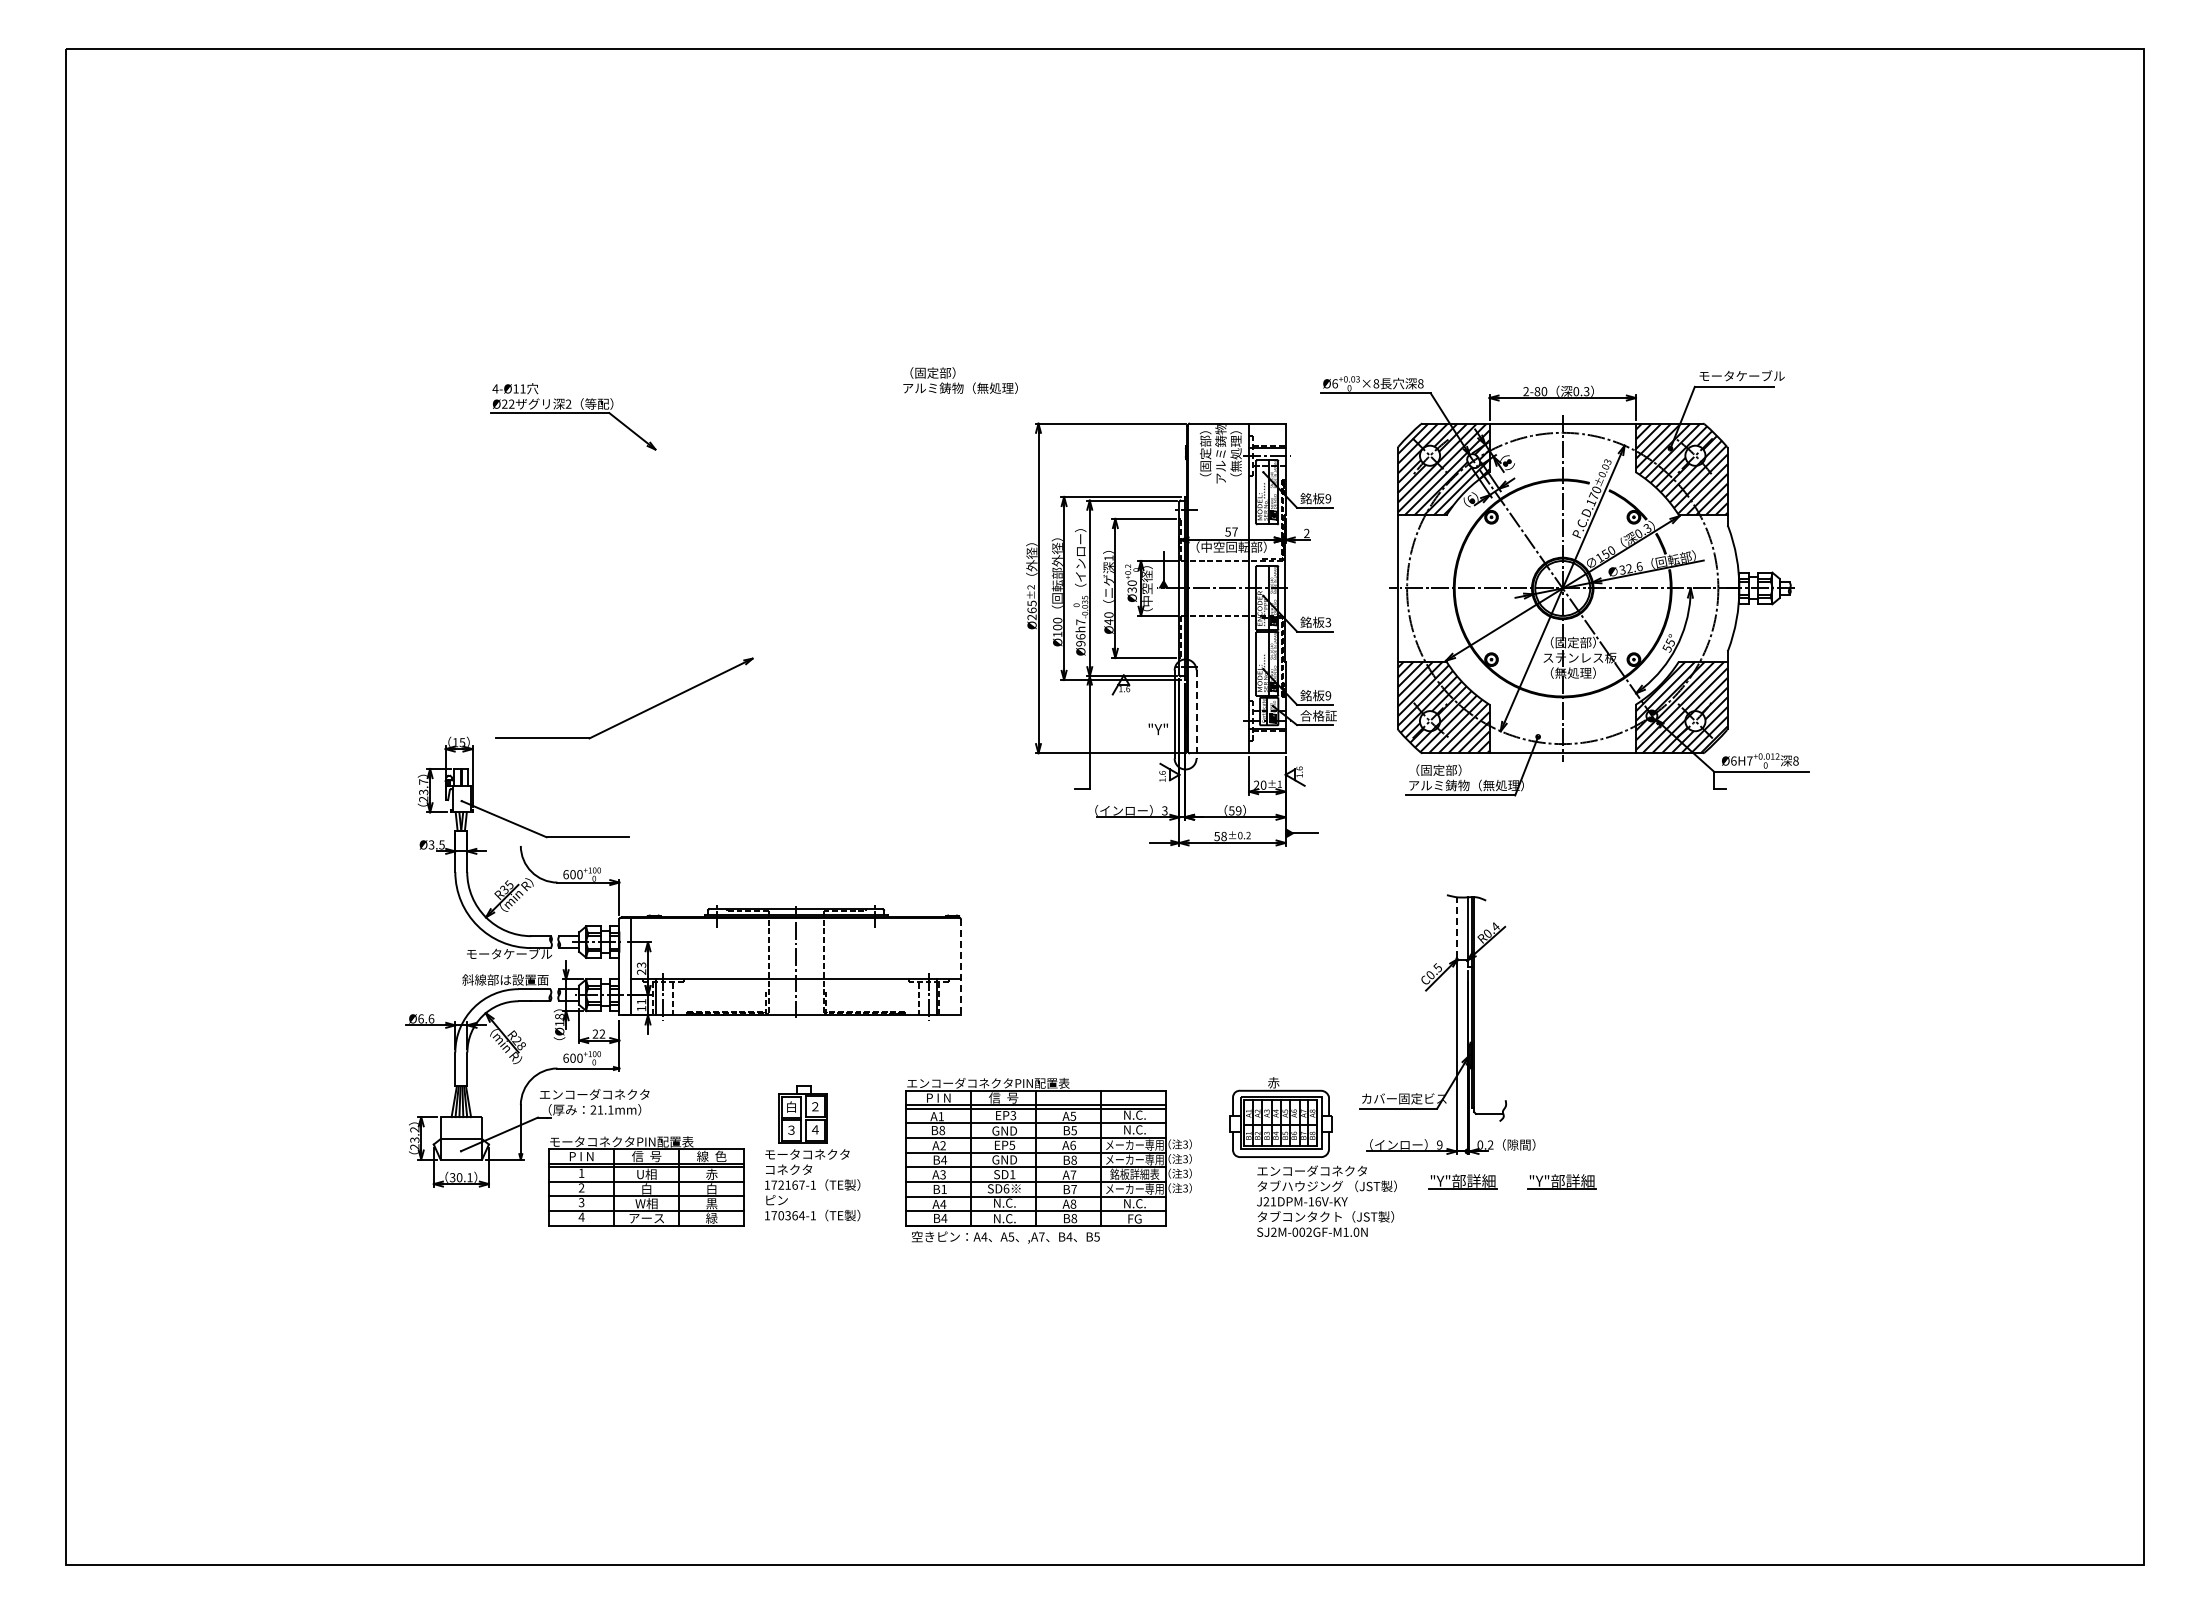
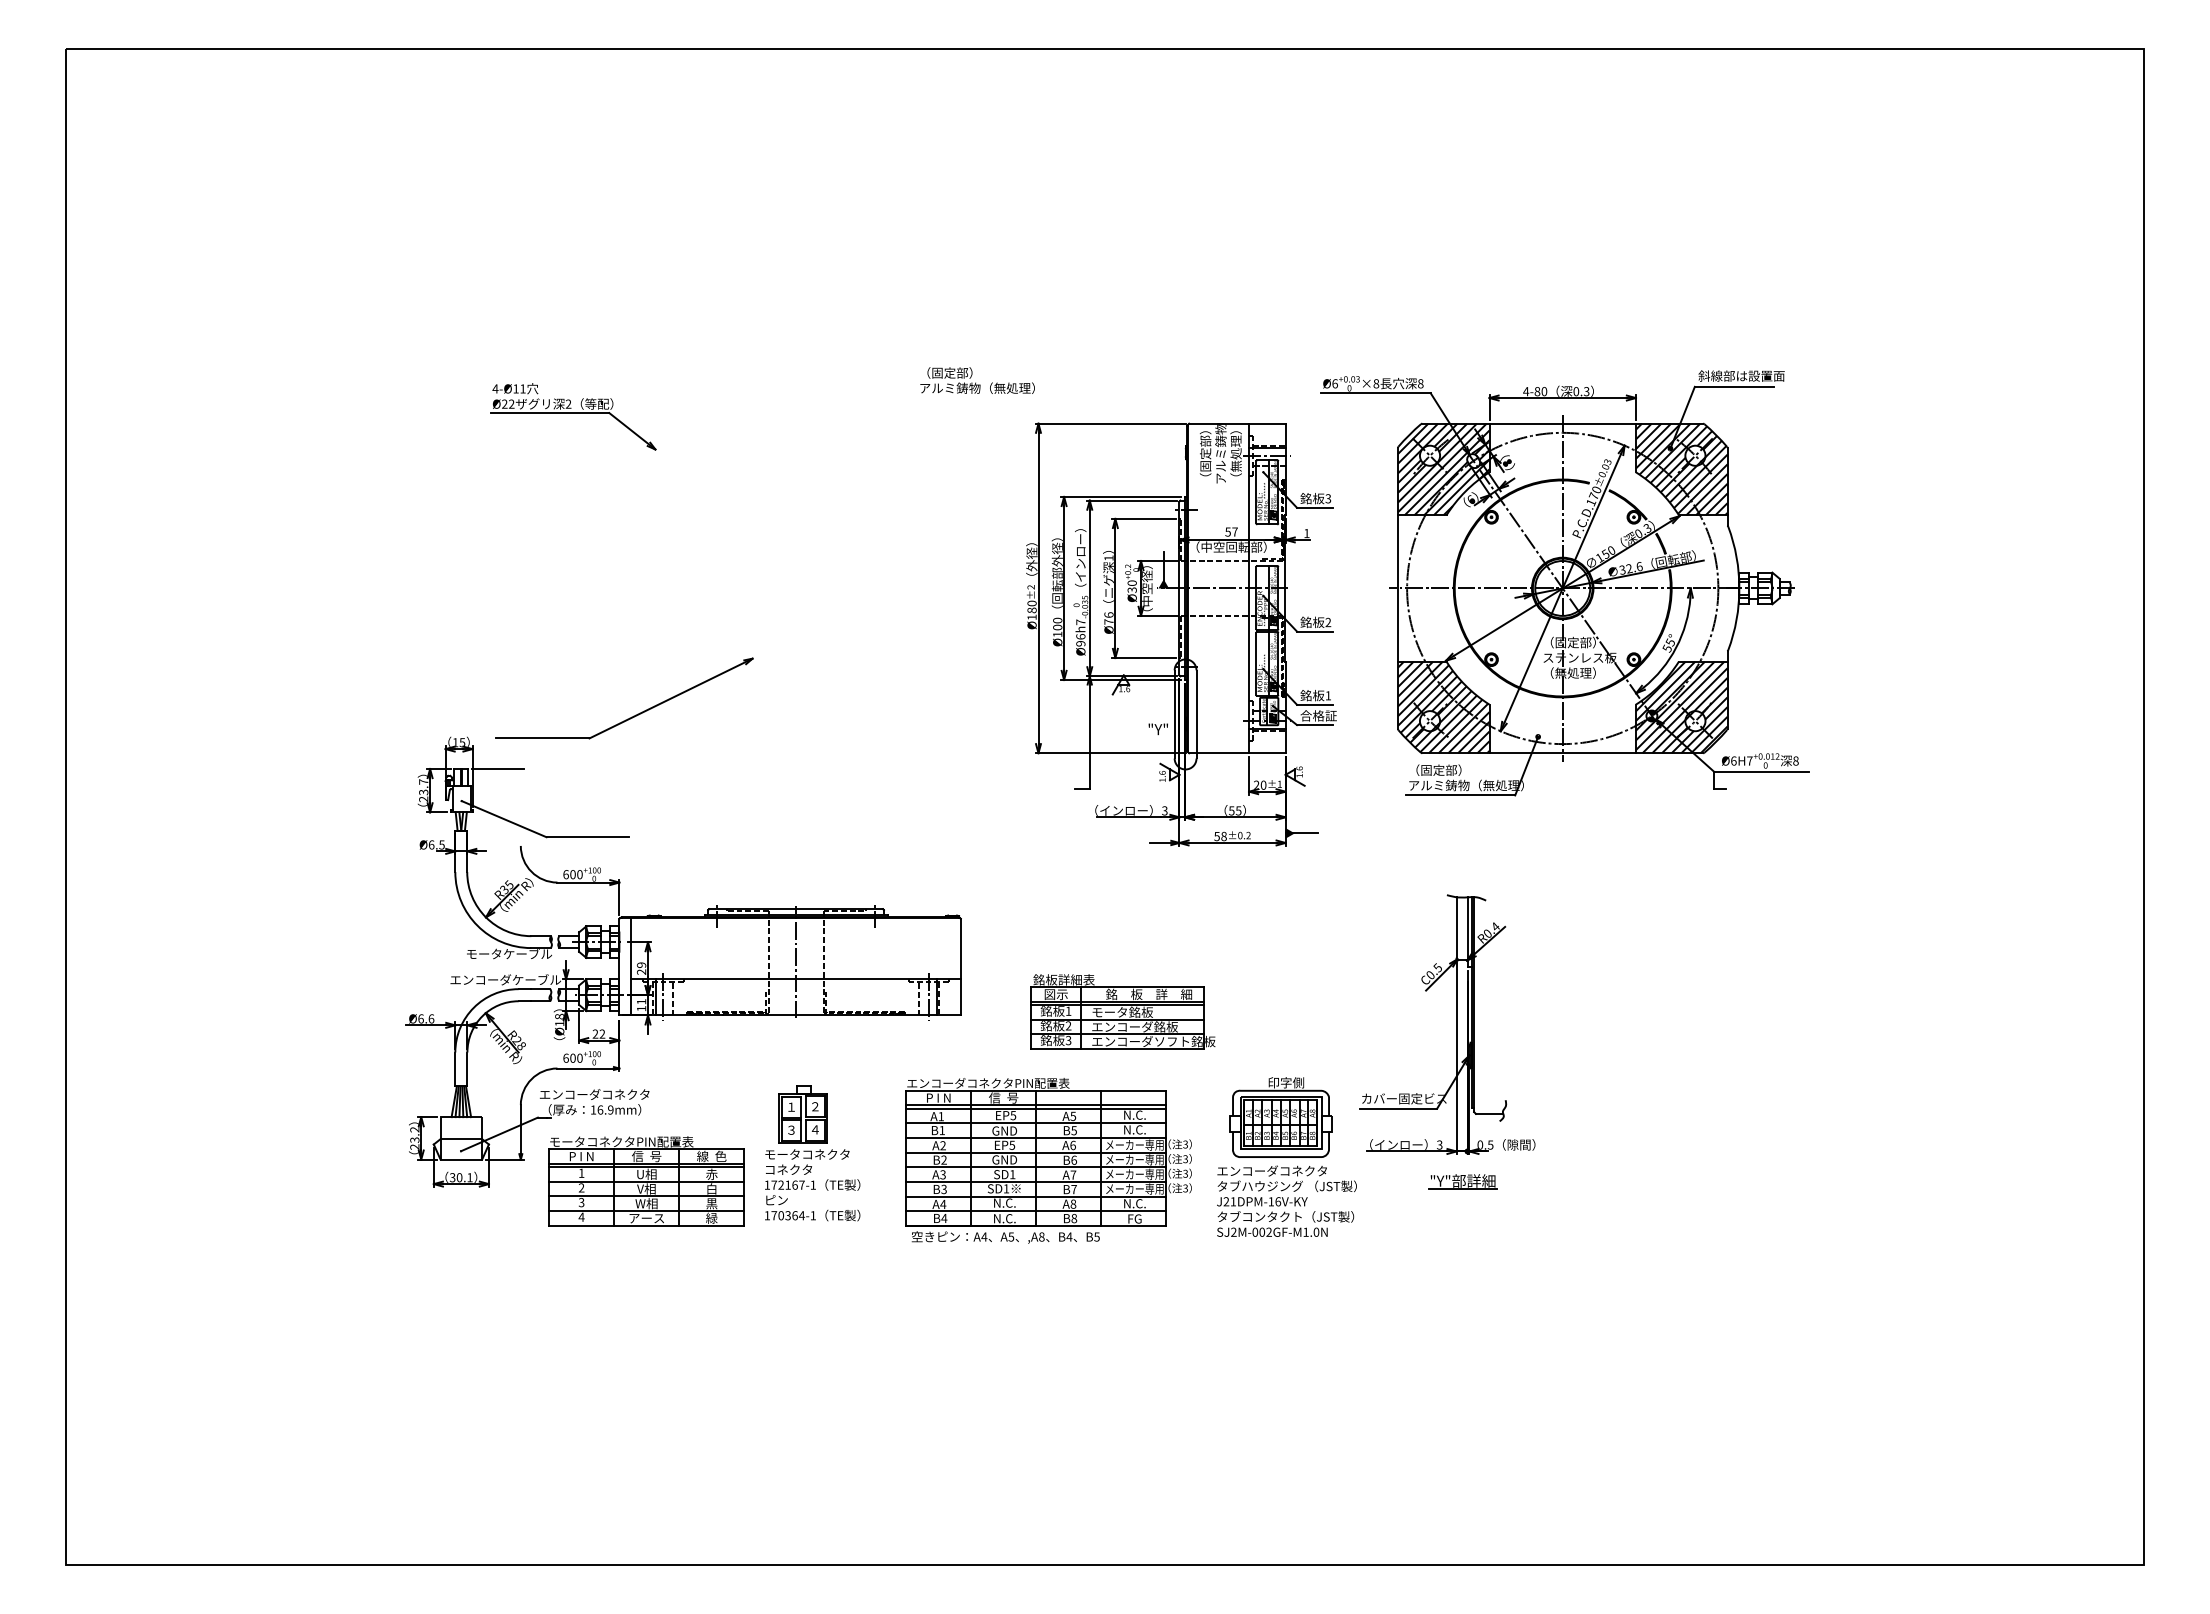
text at (1741, 375): モータケーブル -> 斜線部は設置面
text at (960, 380) position: (960, 380) -> (977, 380)
text at (1526, 391): 2-80 -> 4-80
text at (1328, 498): 9 -> 3
text at (1306, 532): 2 -> 1
text at (1031, 610): Ø265 -> Ø180
text at (1108, 618): Ø40 -> Ø76
text at (1328, 623): 3 -> 2
text at (1328, 695): 9 -> 1
line at (1196, 714): dashed -> solid
line at (497, 768): none -> present
text at (1238, 810): 59 -> 55
text at (431, 844): Ø3.5 -> Ø6.5
line at (1456, 927): dashed -> solid
text at (641, 964): 23 -> 29
line at (960, 967): dashed -> solid
text at (505, 979): 斜線部は設置面 -> エンコーダケーブル
part at (1122, 1011): none -> present
text at (1286, 1082): 赤 -> 印字側
text at (791, 1106): 白 -> １
text at (601, 1109): 21.1mm -> 16.9mm
text at (1013, 1115): EP3 -> EP5
text at (942, 1130): B8 -> B1
text at (1439, 1144): 9 -> 3
text at (1490, 1144): 0.2 -> 0.5
text at (944, 1159): B4 -> B2
text at (1073, 1159): B8 -> B6
text at (1134, 1174): 銘板詳細表 -> メーカー専用
part at (1561, 1181): present -> none
text at (646, 1188): 白 -> V相
text at (1006, 1188): SD6 -> SD1
text at (943, 1189): B1 -> B3
text at (1326, 1200) position: (1326, 1200) -> (1286, 1200)
text at (1041, 1236): ,A7 -> ,A8
